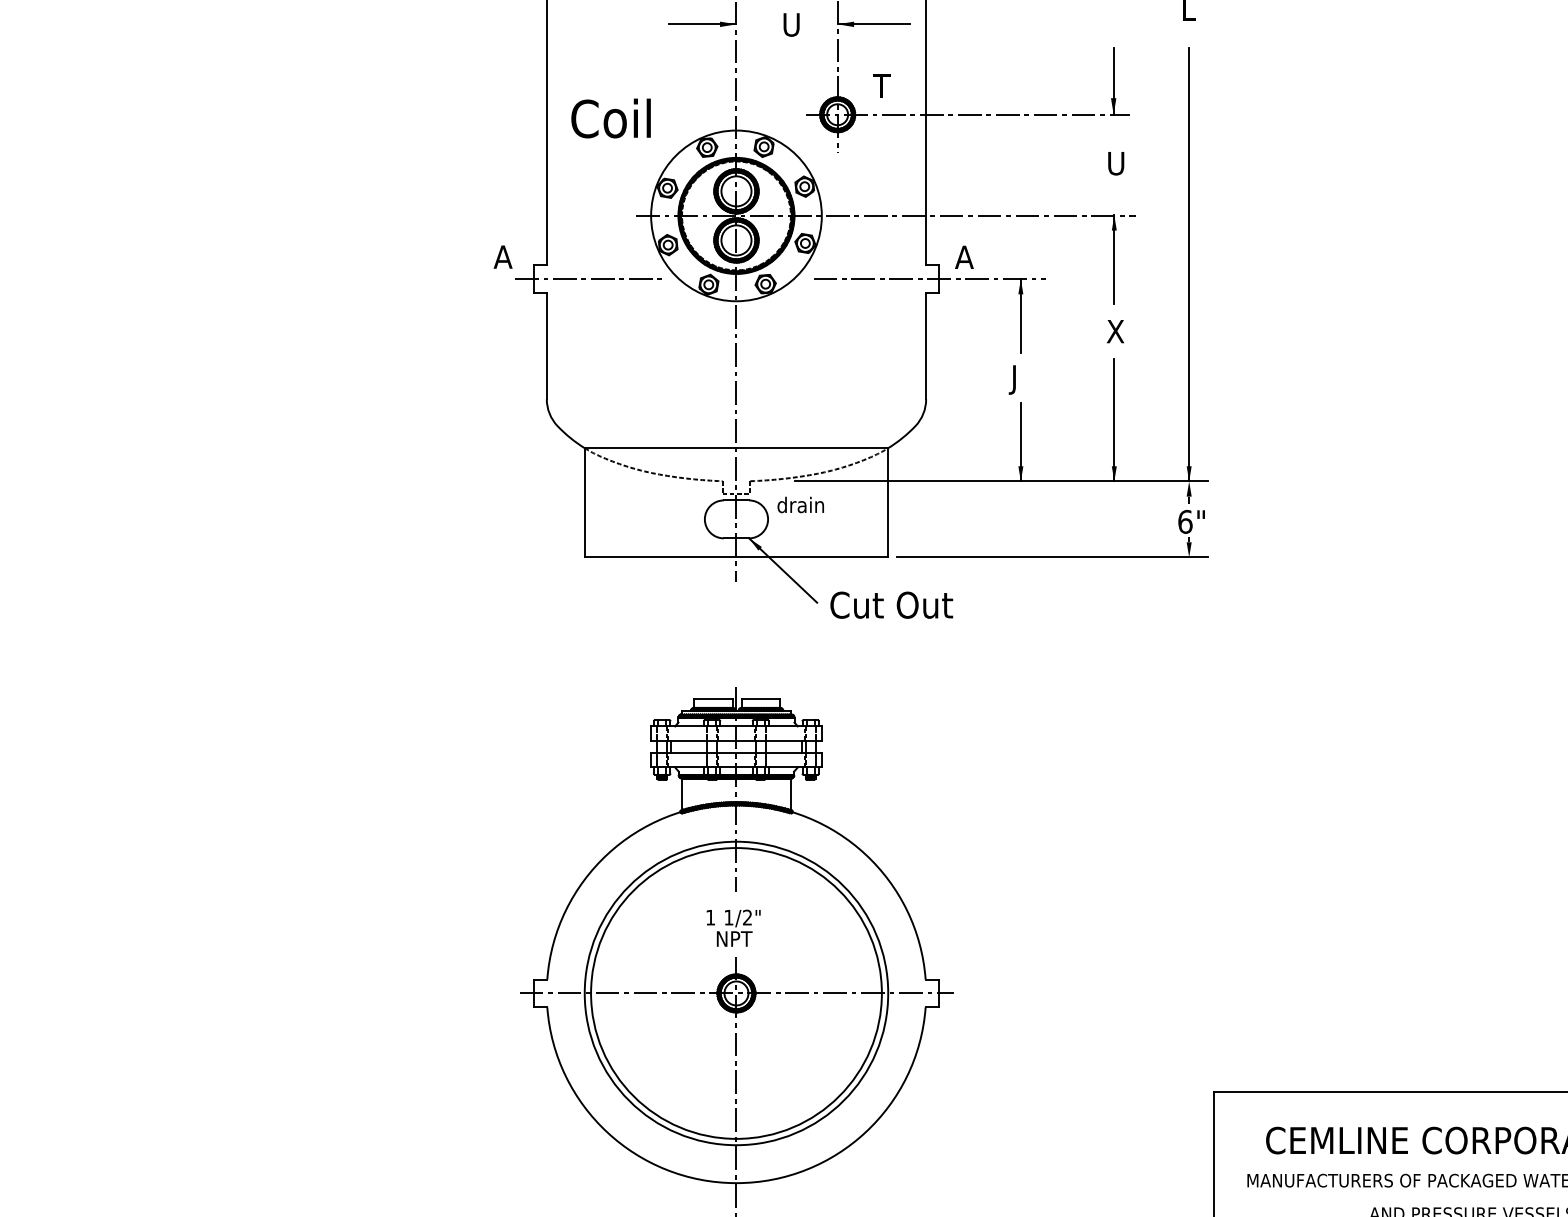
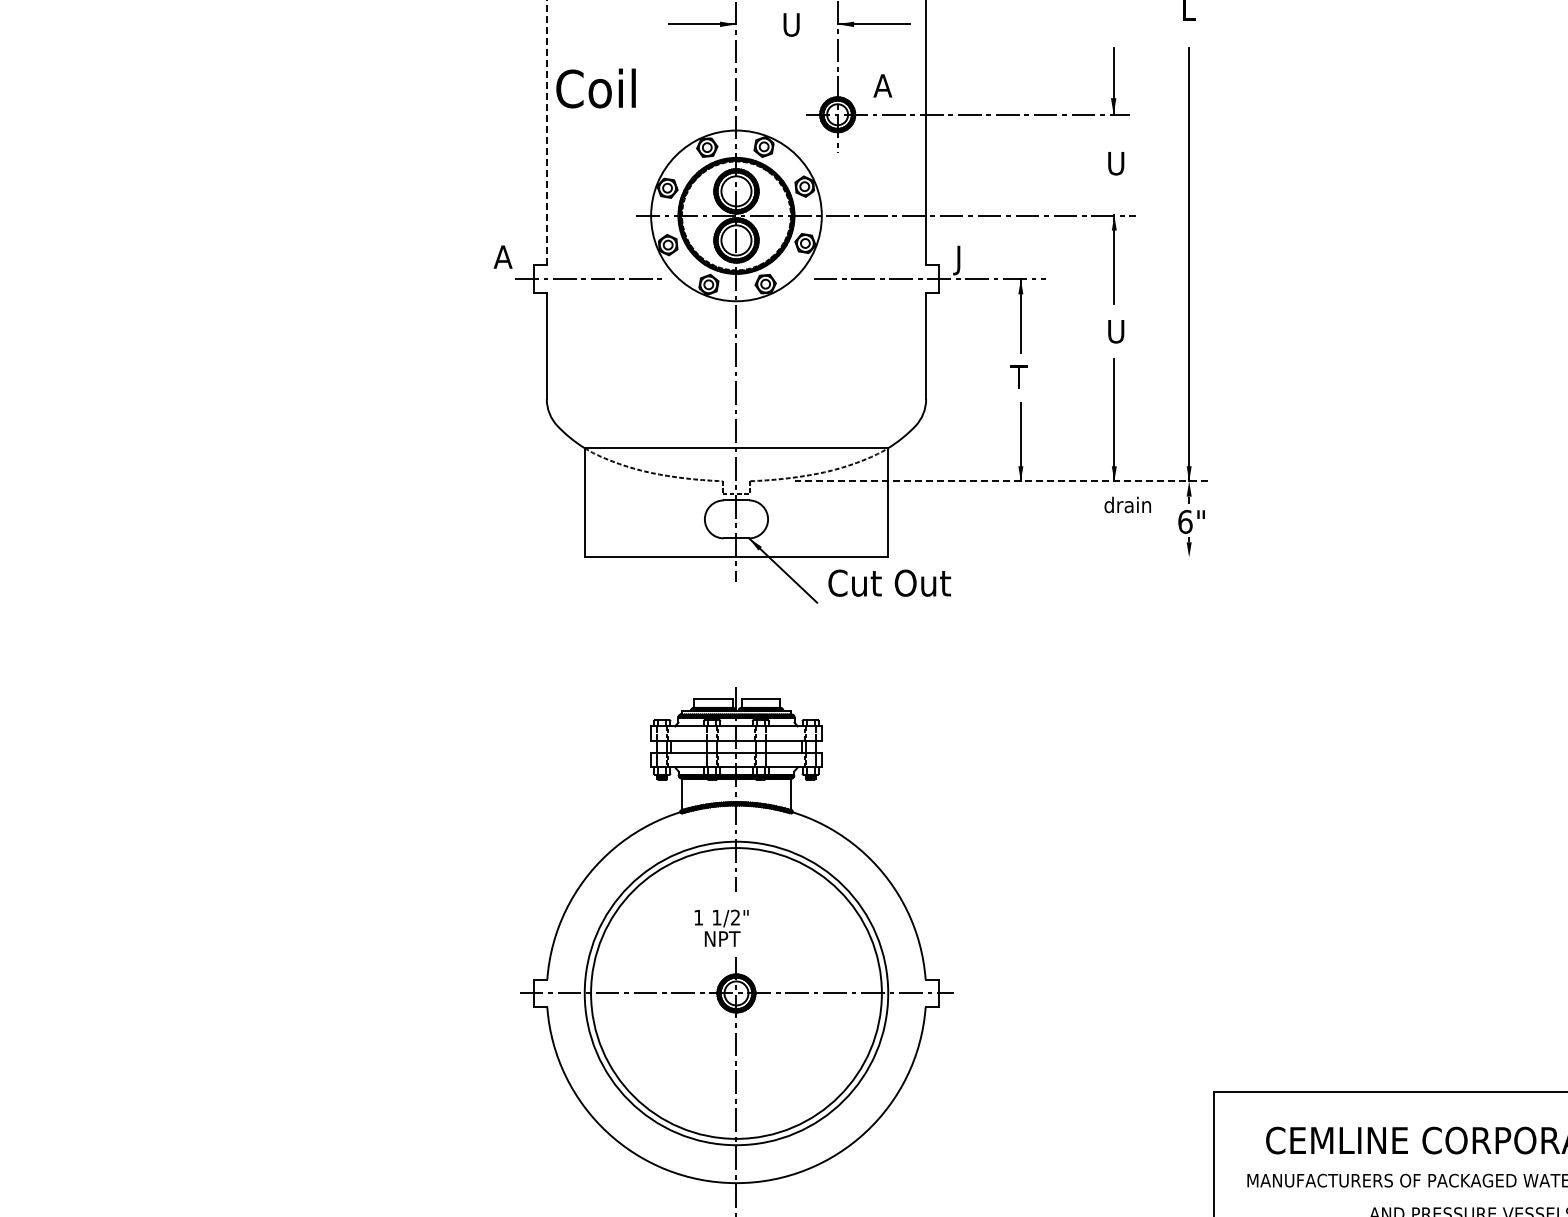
text at (882, 85): T -> A
text at (610, 118) position: (610, 118) -> (595, 88)
line at (546, 132): solid -> dashed
text at (963, 260): A -> J
text at (1115, 331): X -> U
text at (1017, 379): J -> T
line at (1001, 481): solid -> dashed
text at (800, 504) position: (800, 504) -> (1127, 504)
line at (1052, 557): present -> none
text at (891, 604) position: (891, 604) -> (889, 582)
text at (733, 927) position: (733, 927) -> (721, 927)
